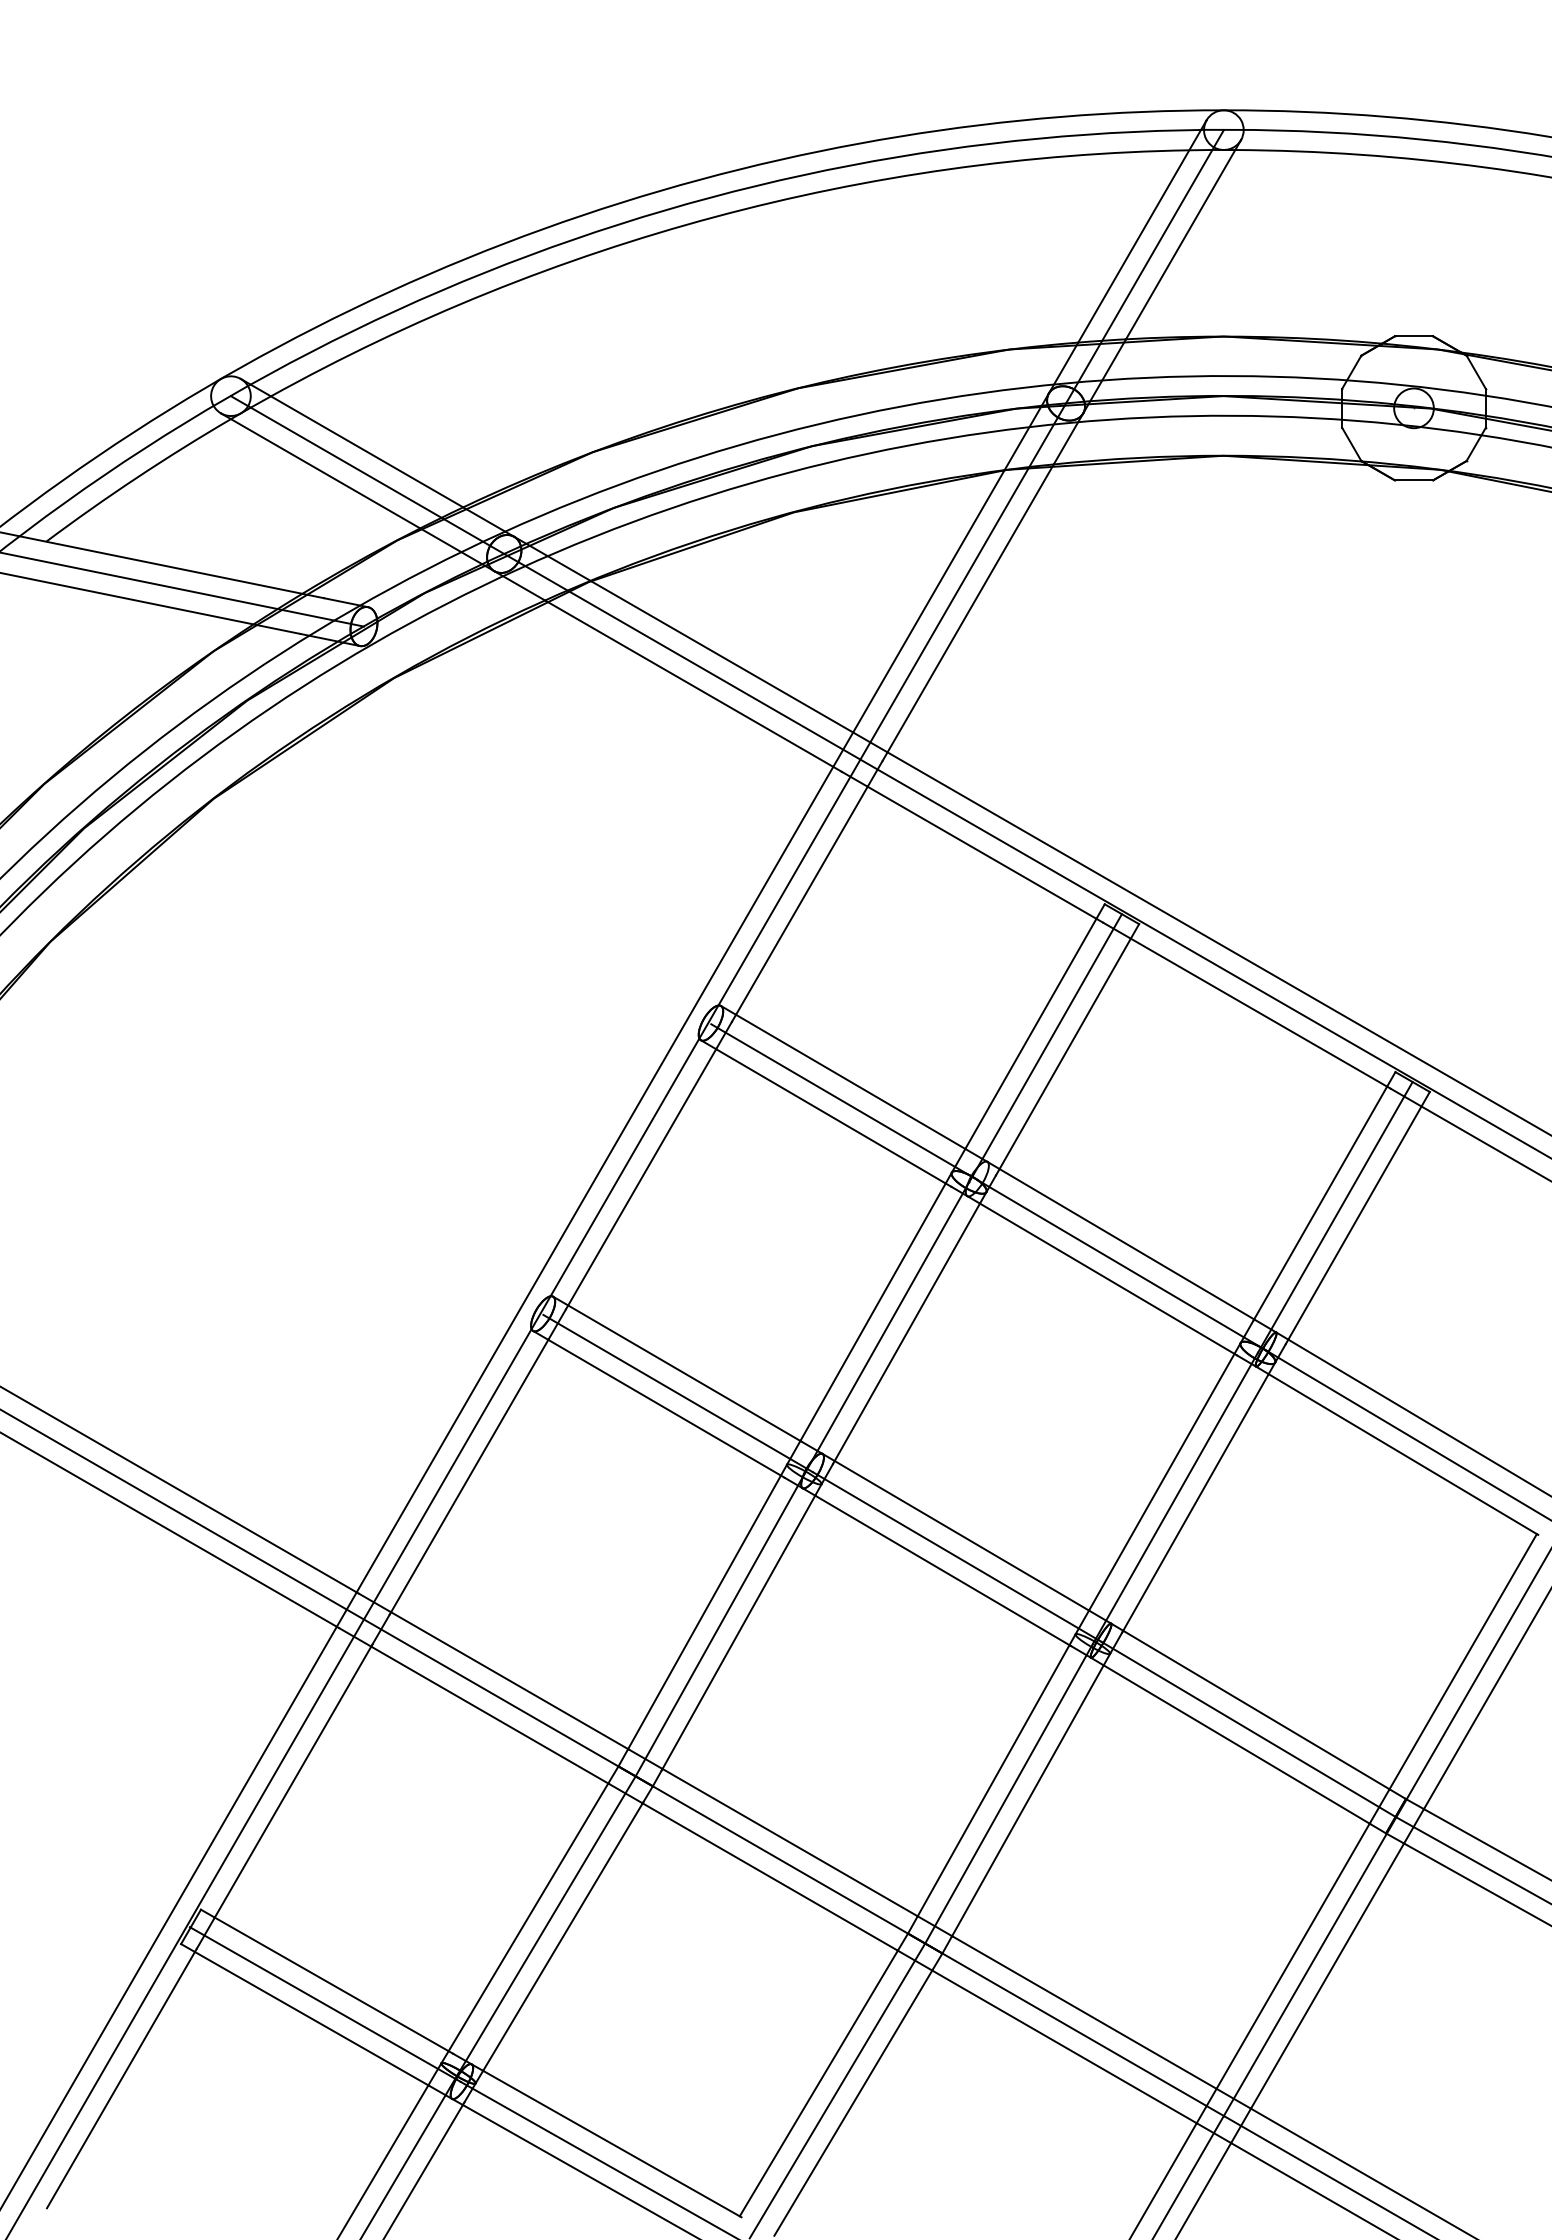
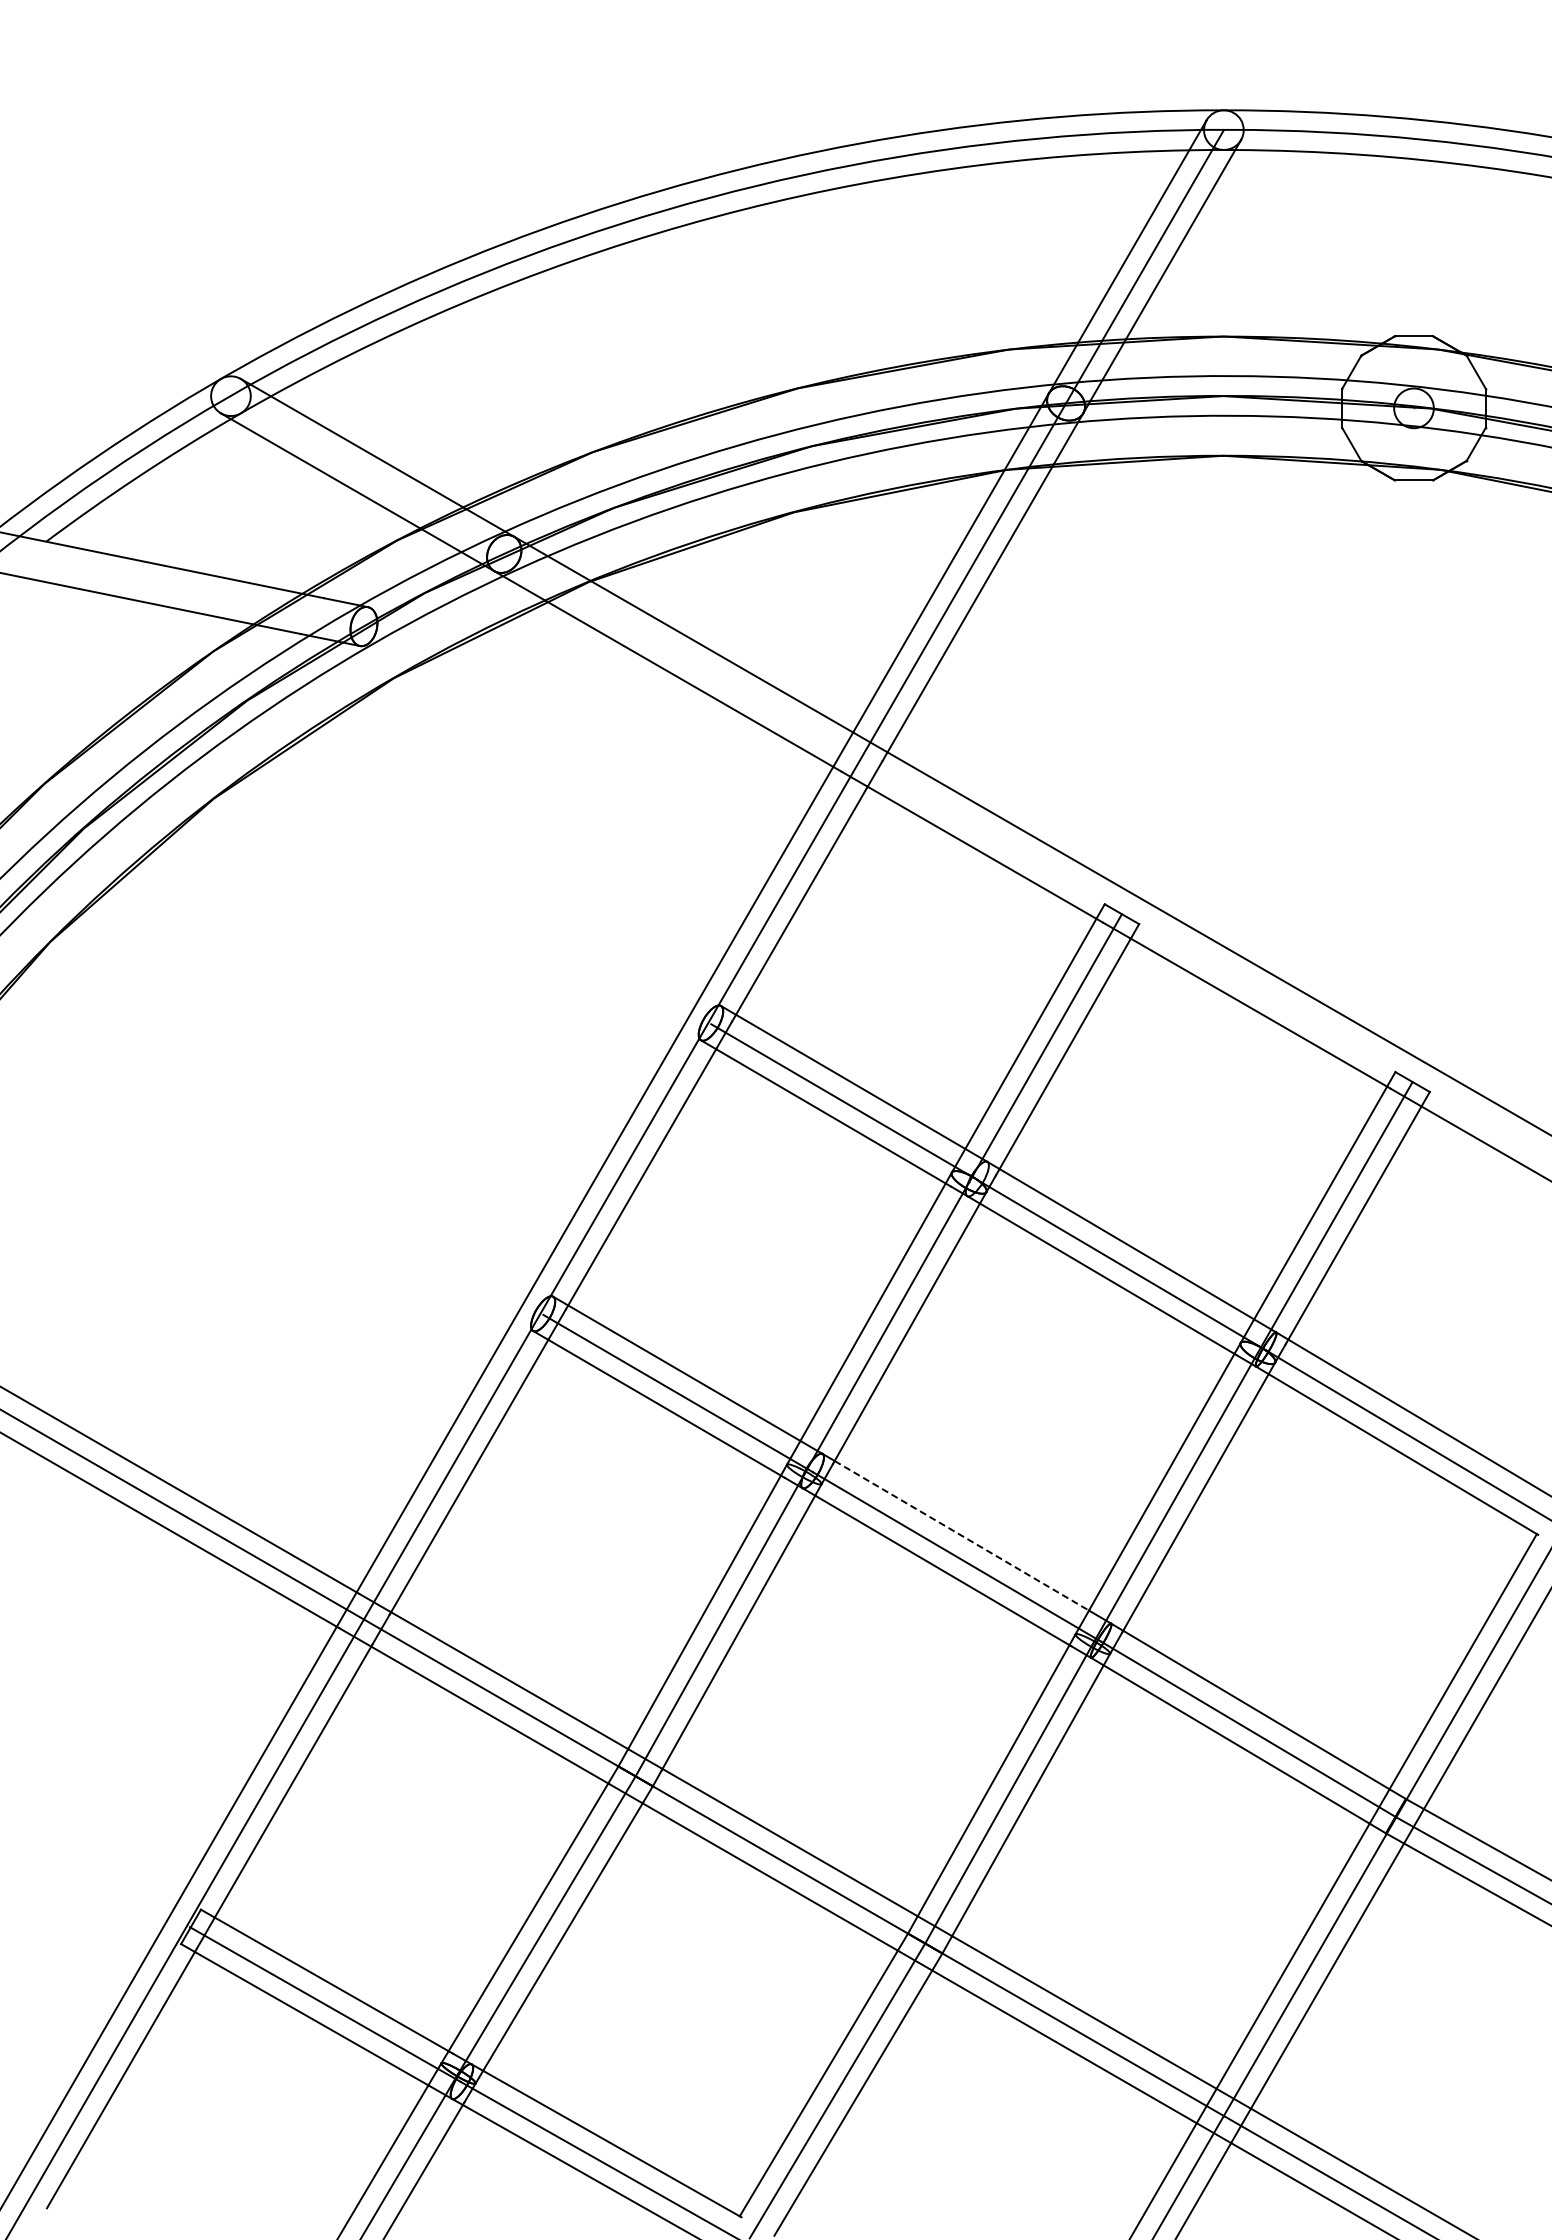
line at (182, 589): present -> none
line at (889, 776): present -> none
line at (961, 1535): solid -> dashed
